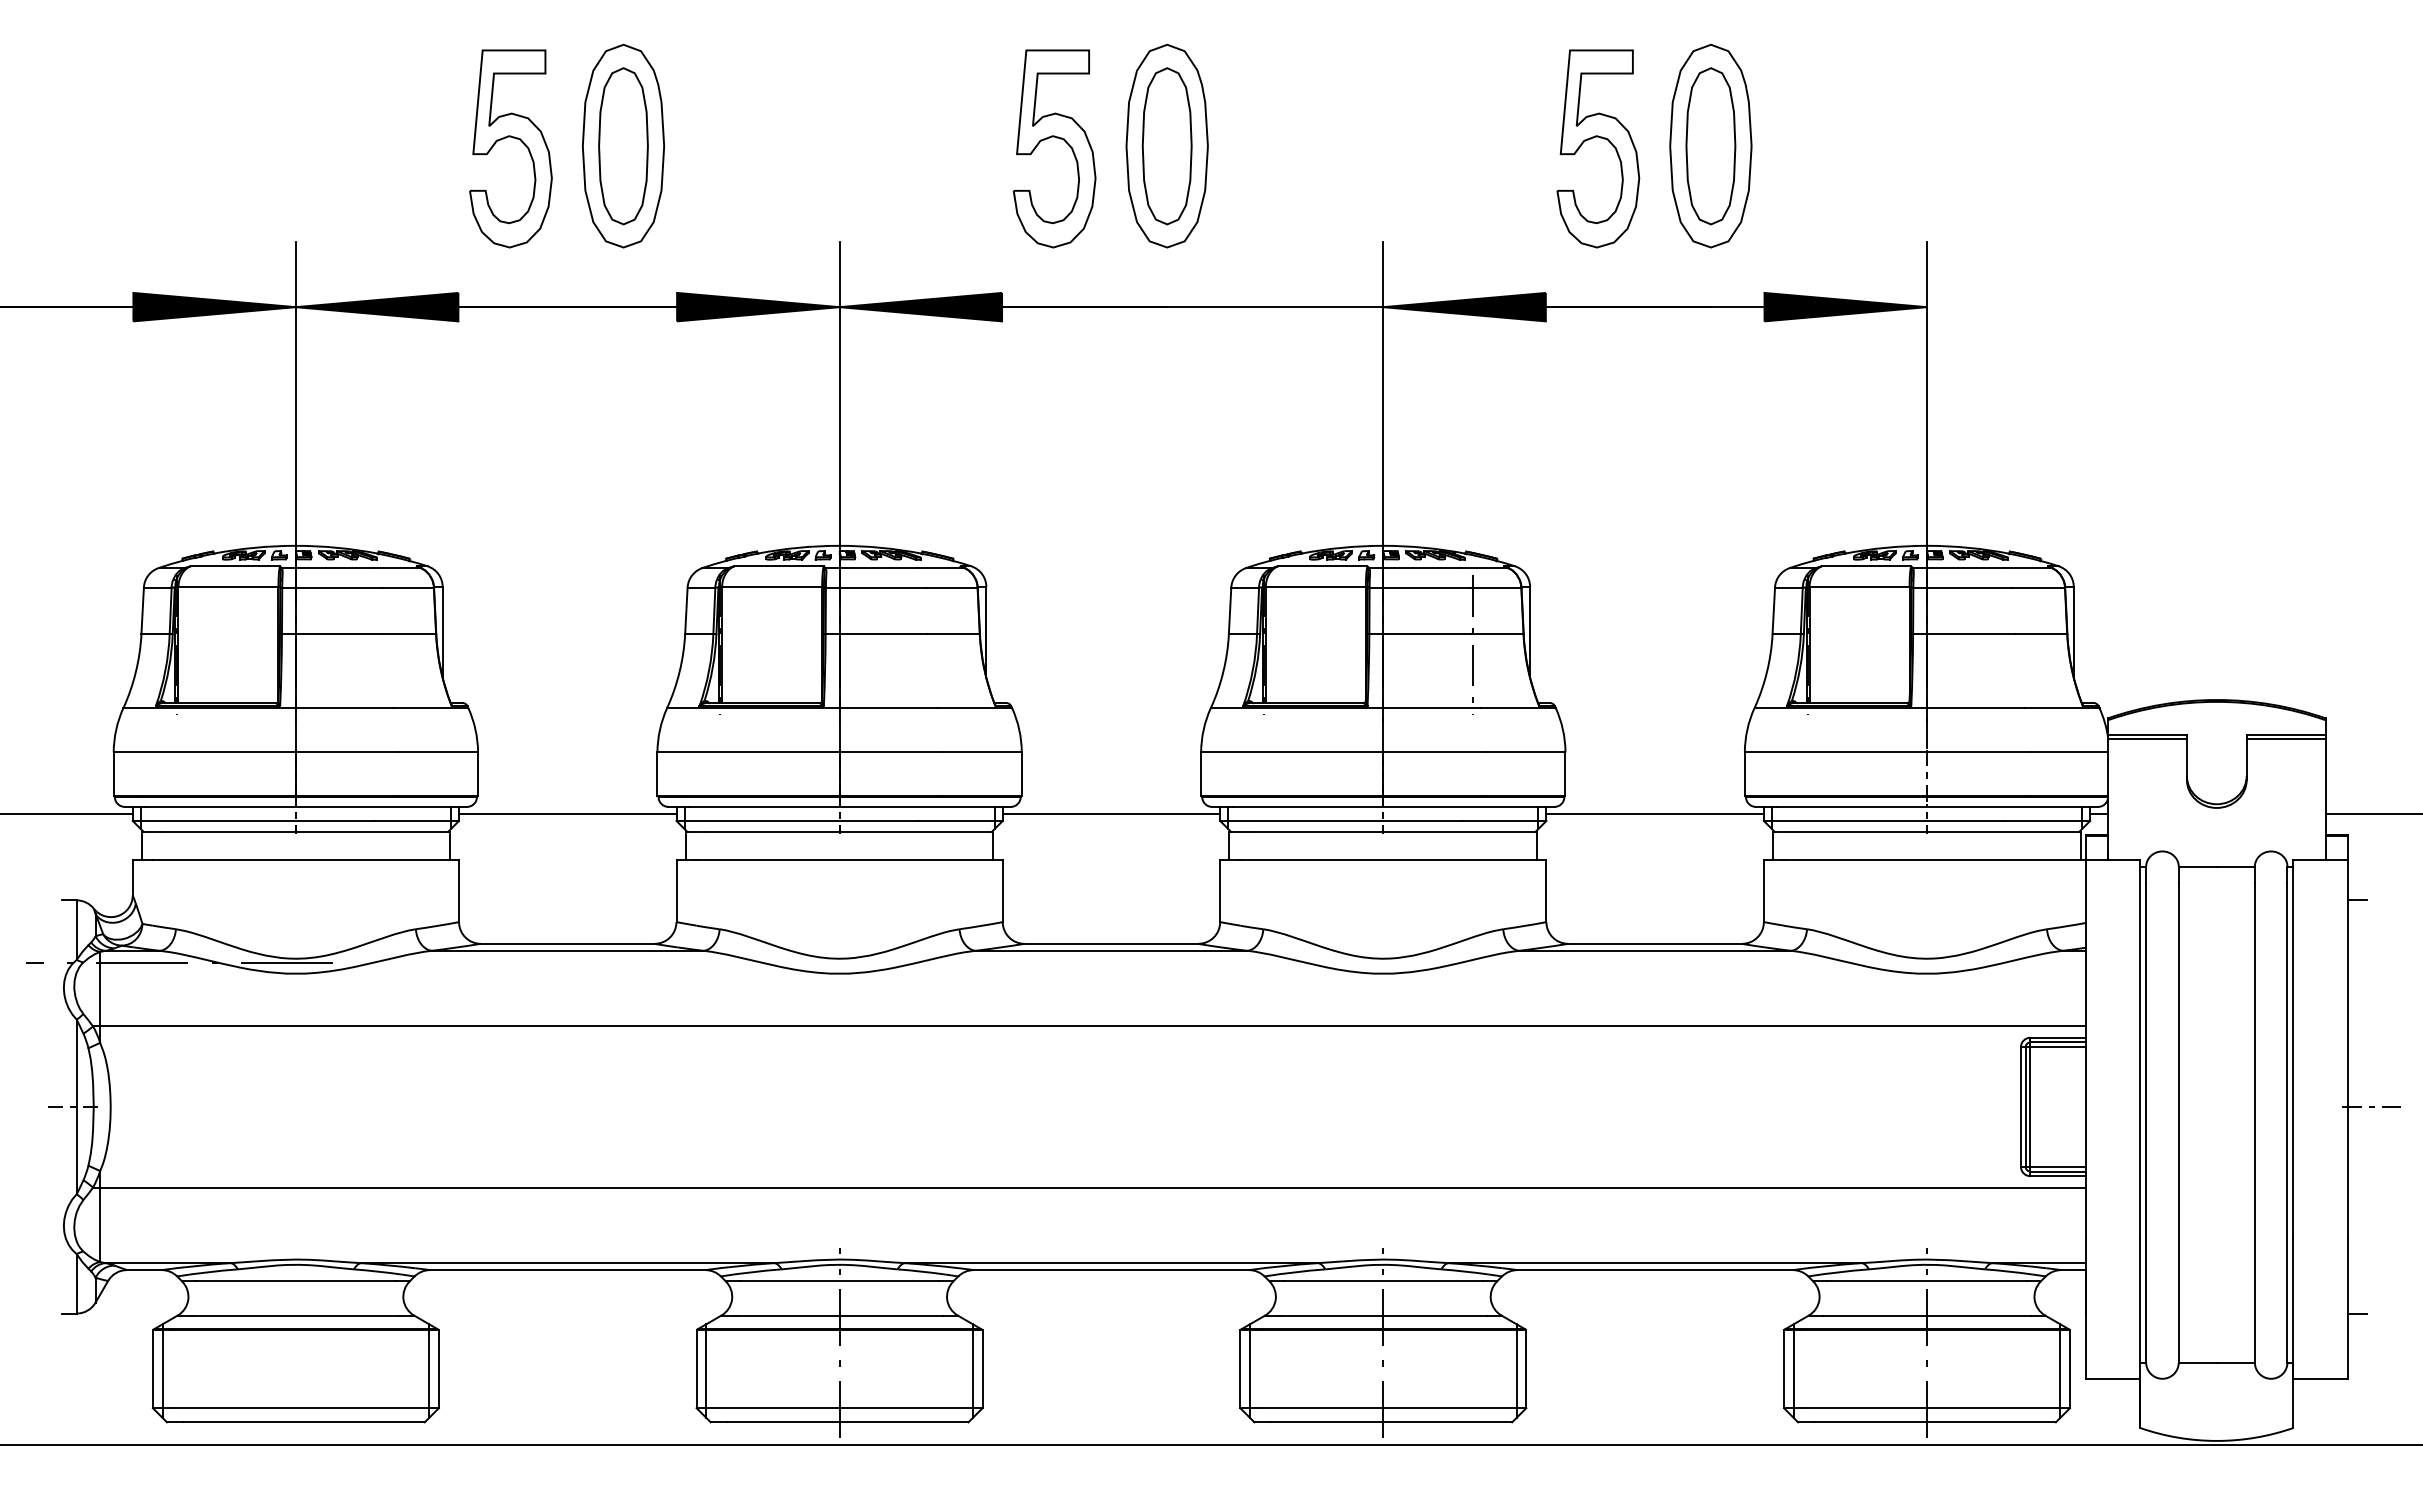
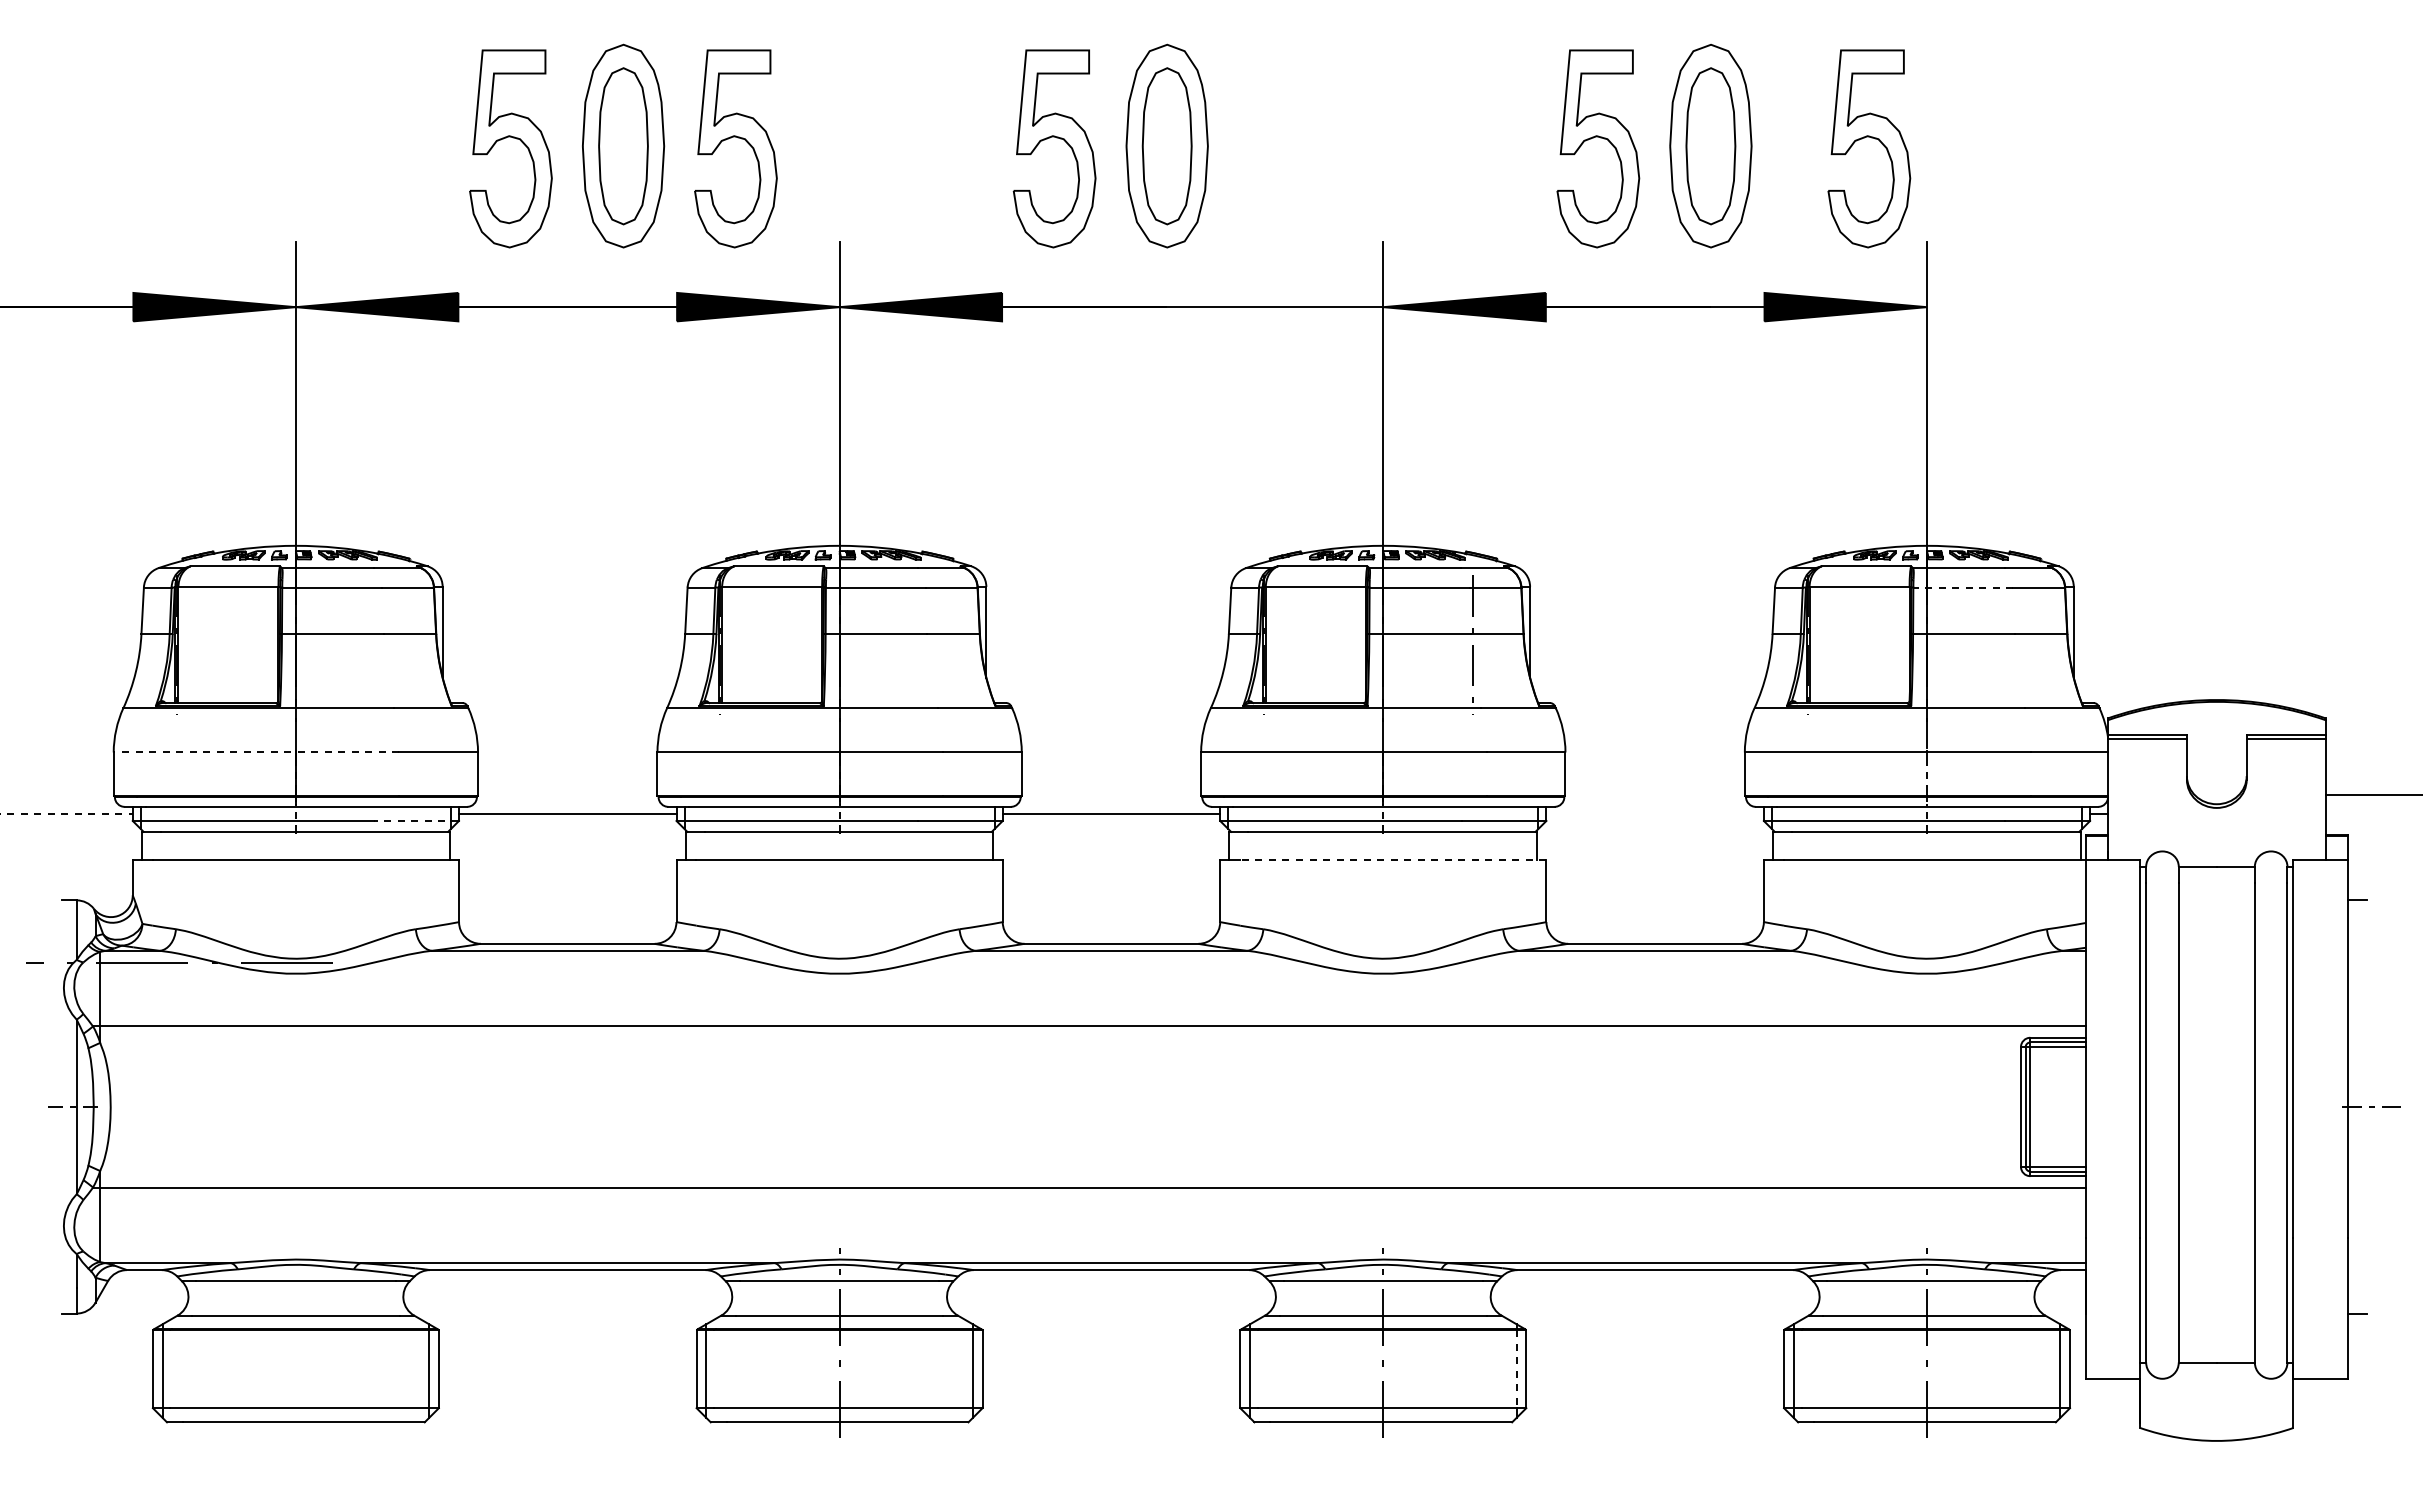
part at (738, 138): none -> present
part at (1871, 138): none -> present
line at (1962, 587): solid -> dashed
line at (256, 752): solid -> dashed
line at (66, 814): solid -> dashed
line at (1654, 814): present -> none
line at (2372, 814) position: (2372, 814) -> (2372, 795)
line at (416, 820): solid -> dashed
line at (1392, 860): solid -> dashed
line at (1516, 1369): solid -> dashed
line at (1210, 1444): present -> none
